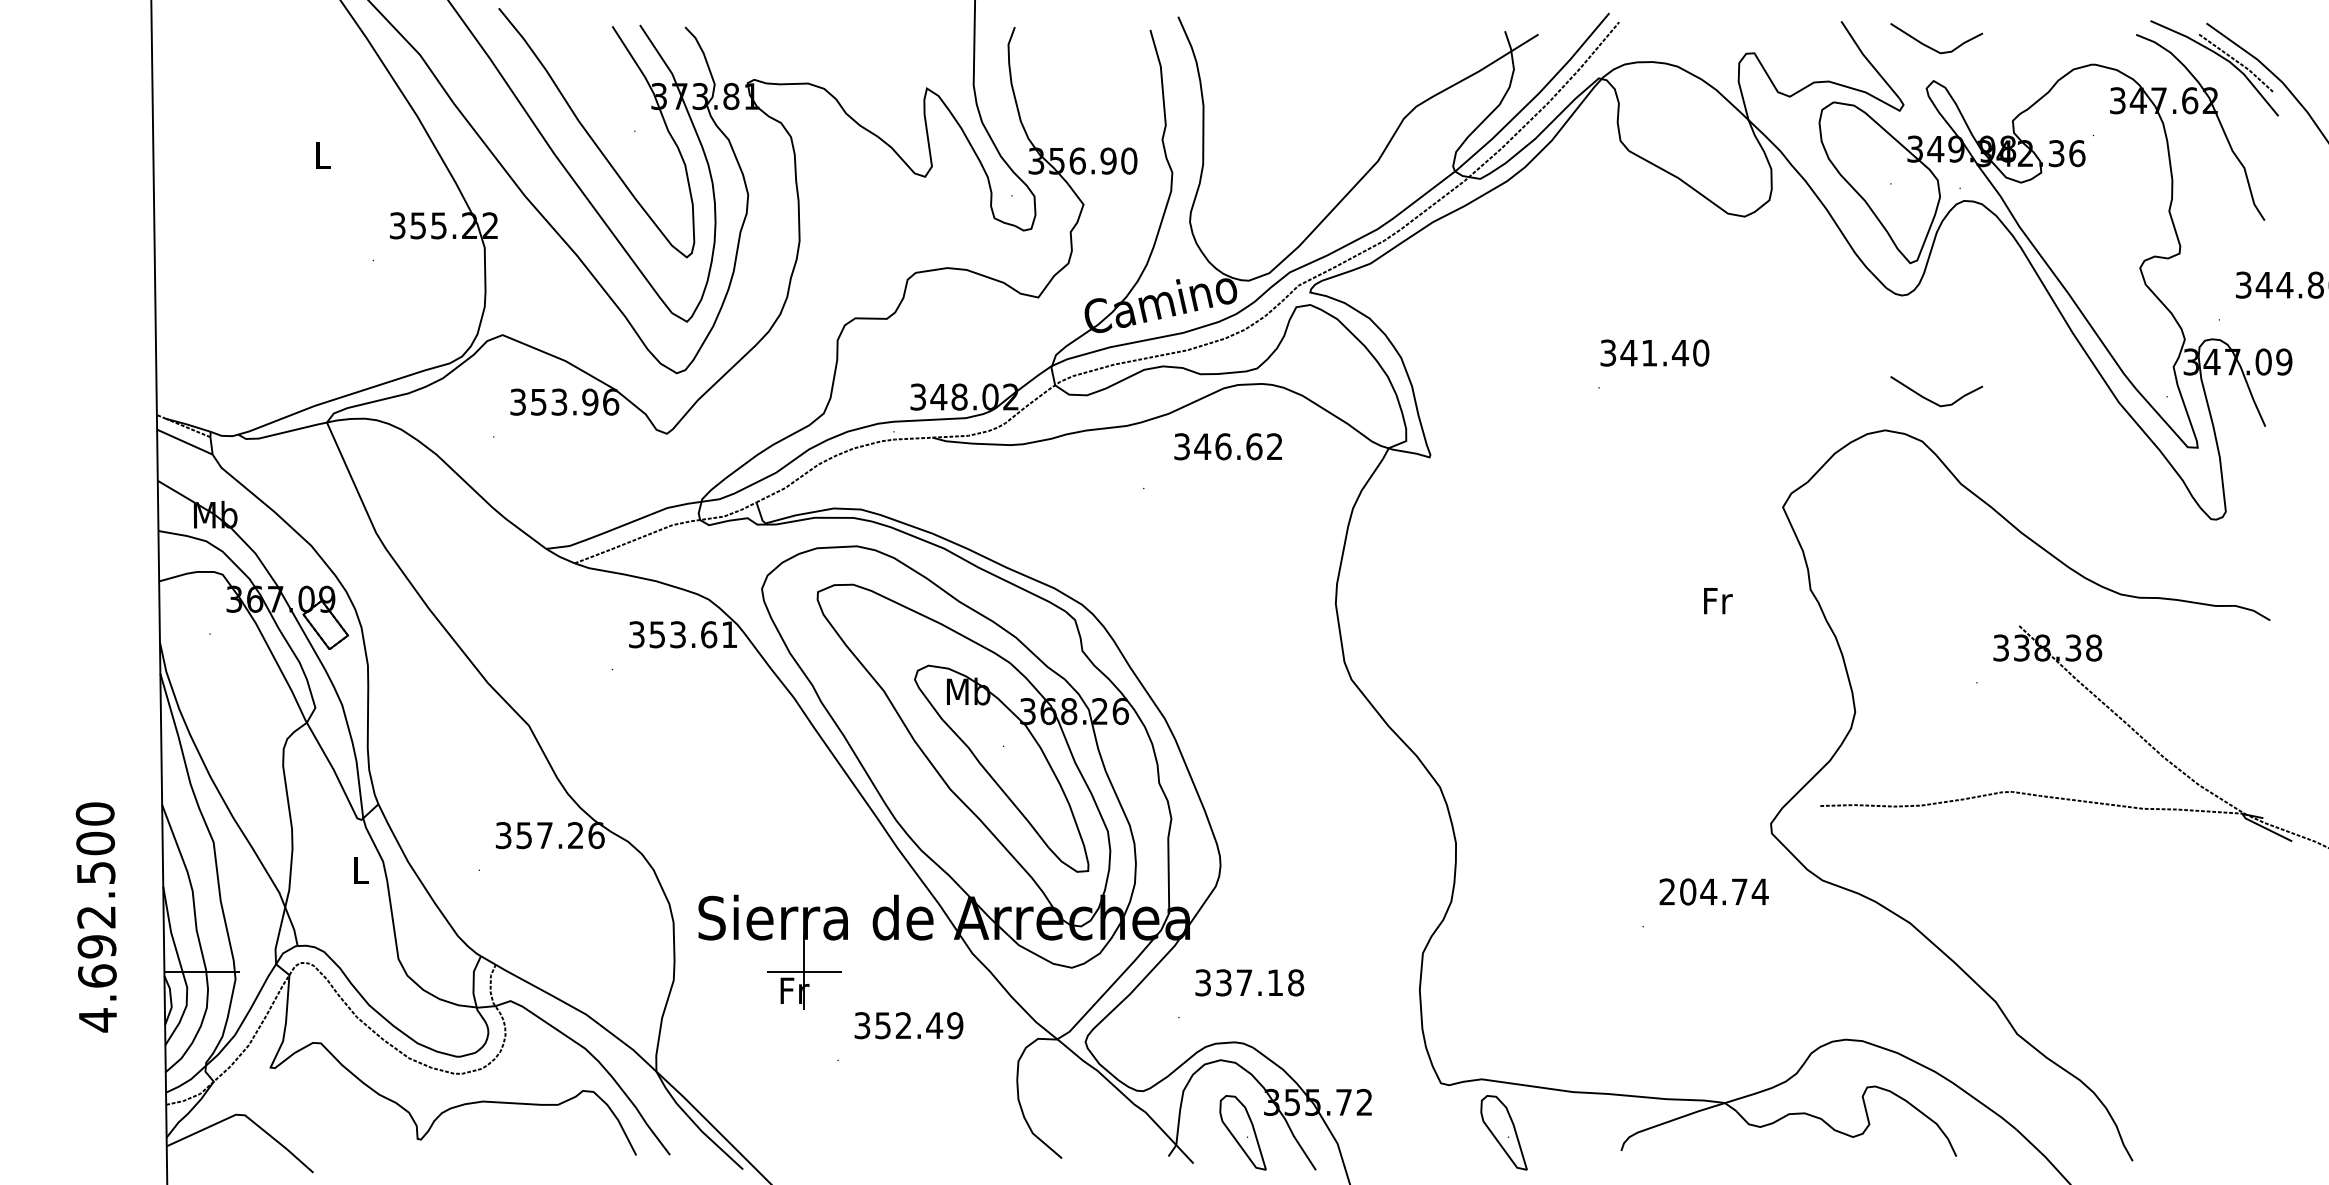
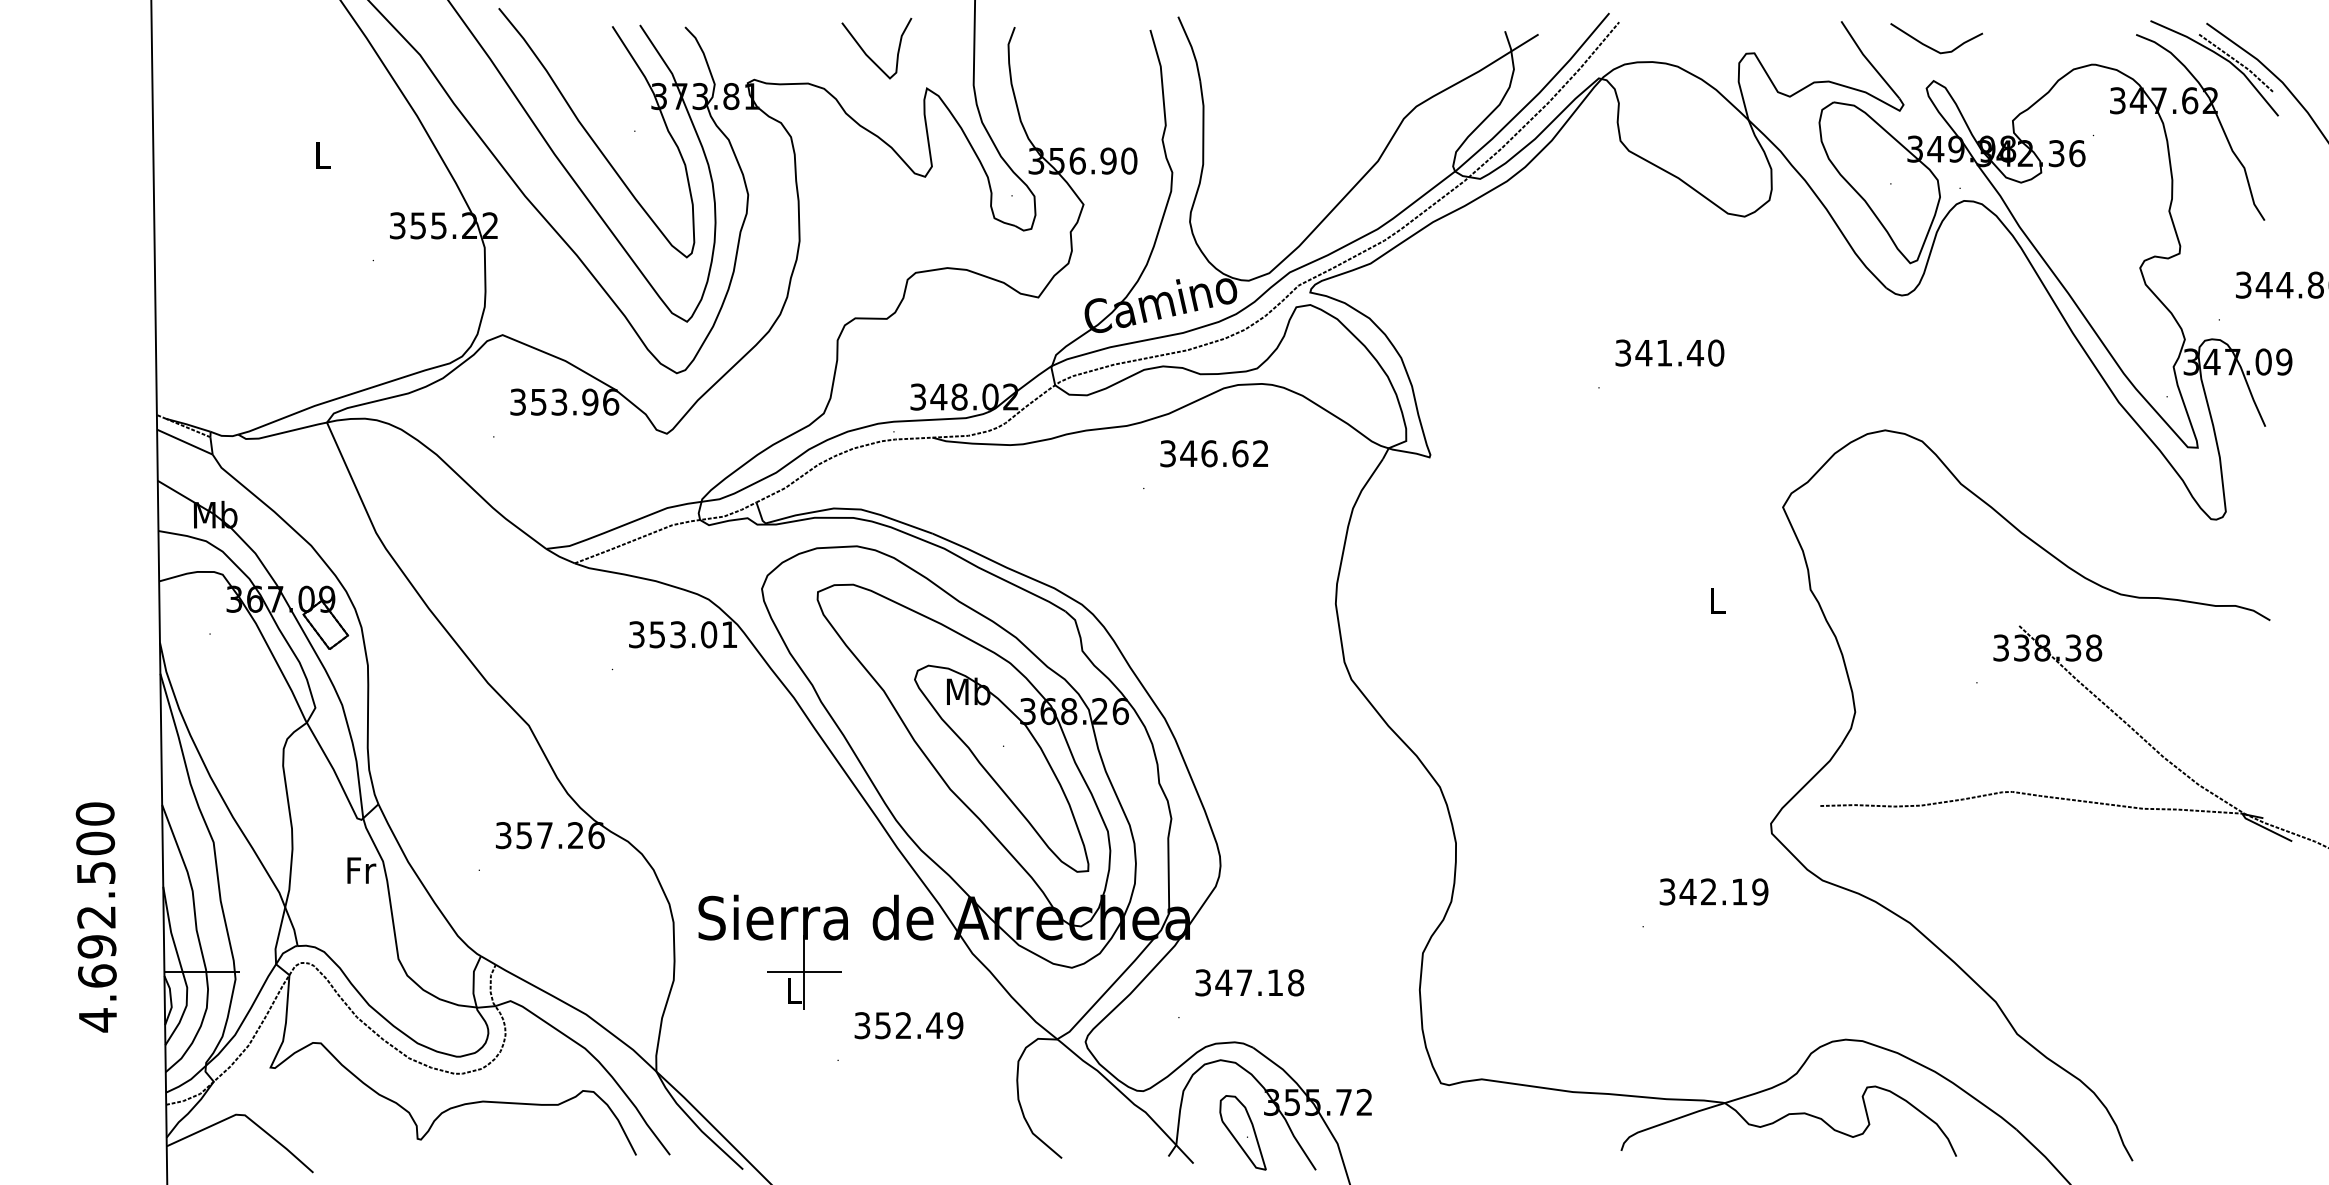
curve at (868, 55): none -> present
text at (1654, 352) position: (1654, 352) -> (1669, 352)
curve at (1931, 400): present -> none
text at (1227, 446) position: (1227, 446) -> (1213, 453)
text at (1718, 601): Fr -> L
text at (709, 634): 353.61 -> 353.01
text at (361, 870): L -> Fr
text at (1713, 891): 204.74 -> 342.19
text at (1223, 982): 337.18 -> 347.18
text at (794, 990): Fr -> L
part at (1503, 1132): present -> none
